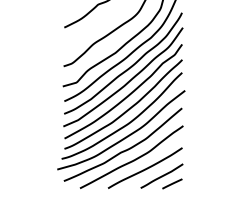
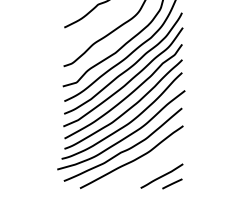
curve at (144, 168): present -> none
